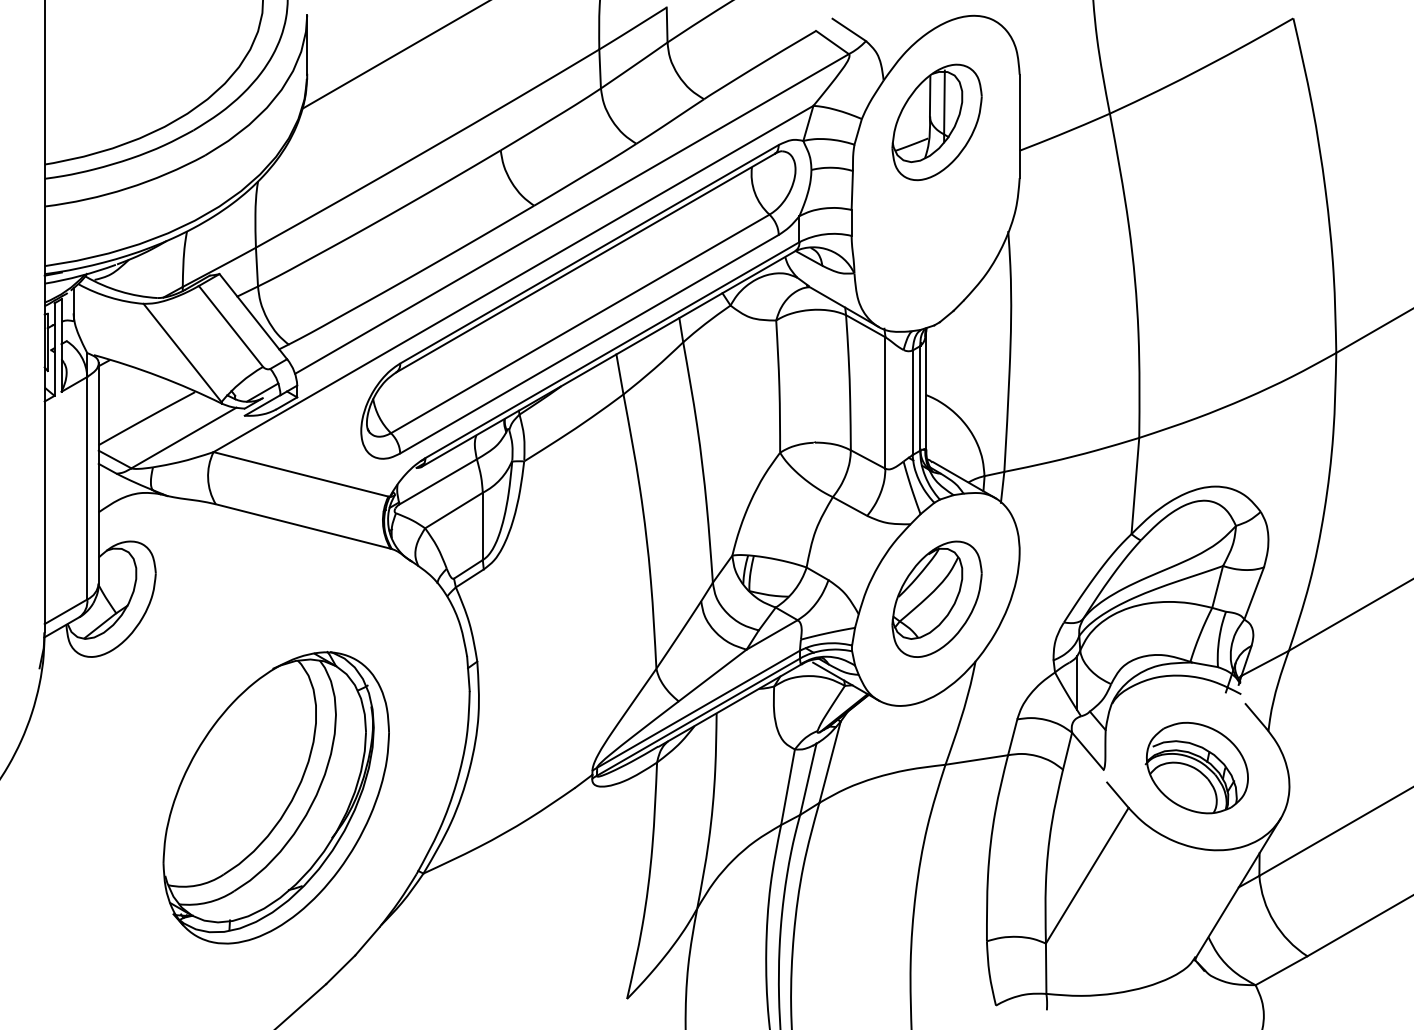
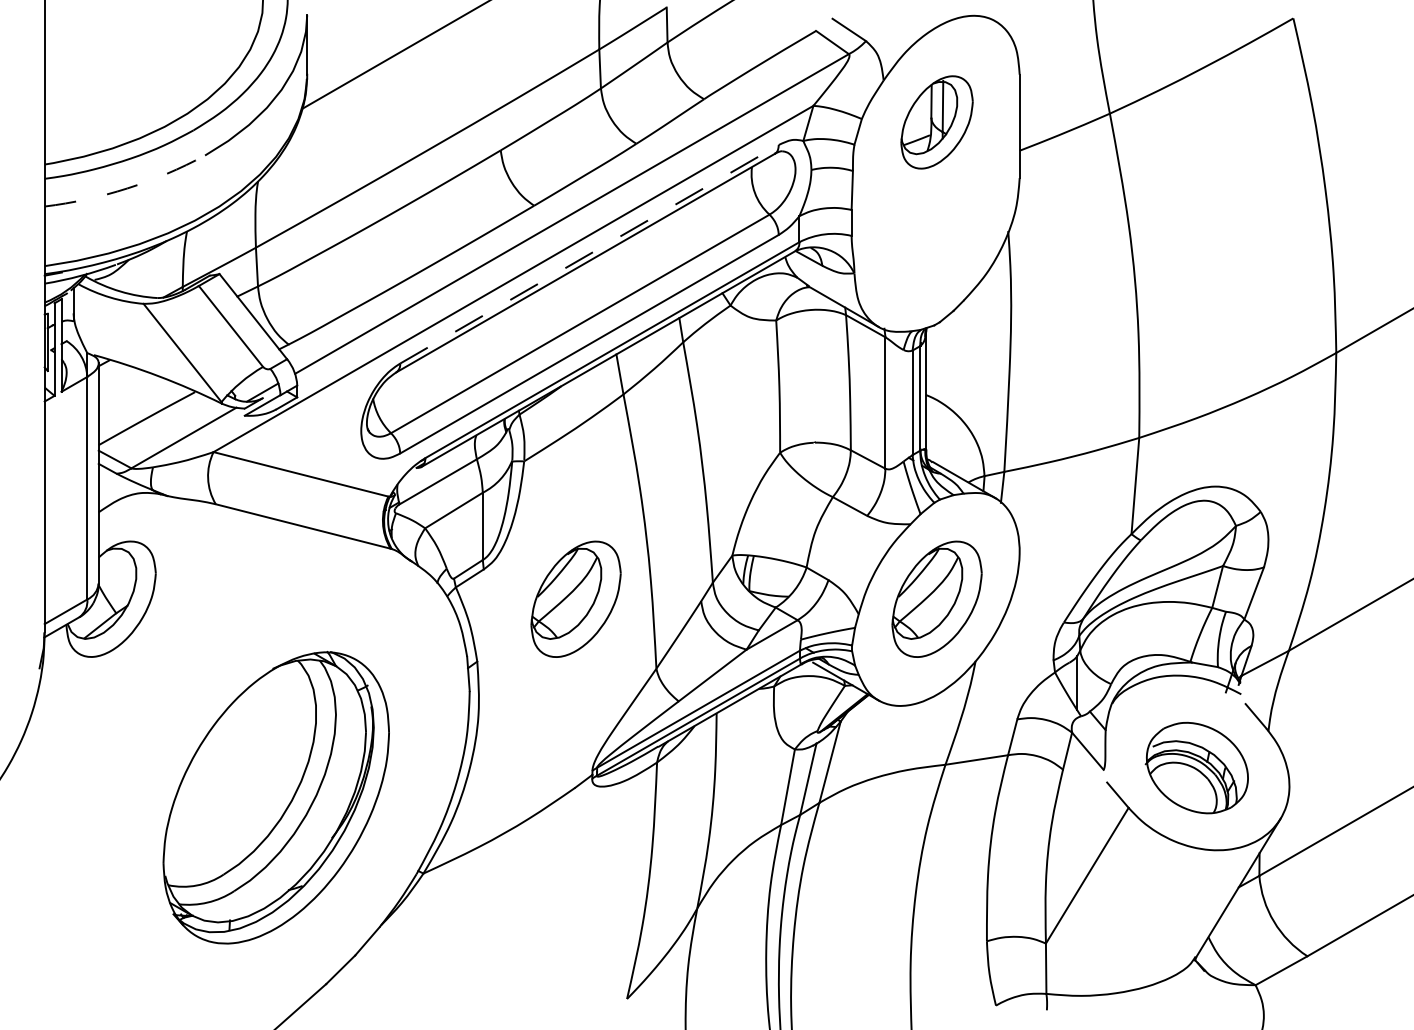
part at (936, 122) size: 92x119 px -> 74x95 px
arc at (127, 188): solid -> dashed
line at (589, 254): solid -> dashed
part at (575, 598): none -> present
